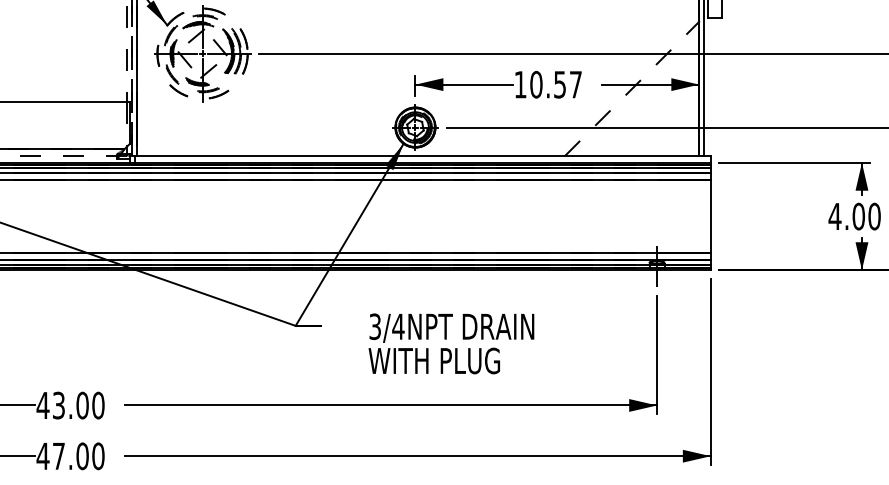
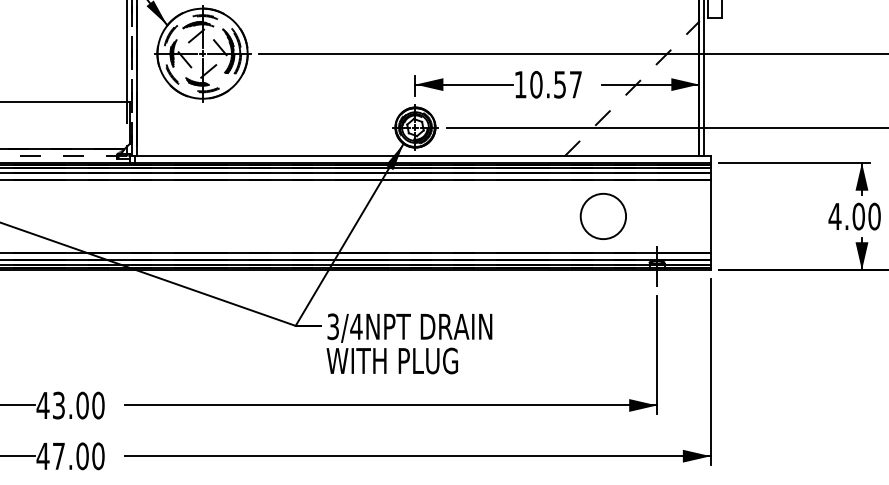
line at (126, 51): dashed -> solid
circle at (202, 53): dashed -> solid
circle at (602, 215): none -> present
text at (451, 343) position: (451, 343) -> (409, 343)
